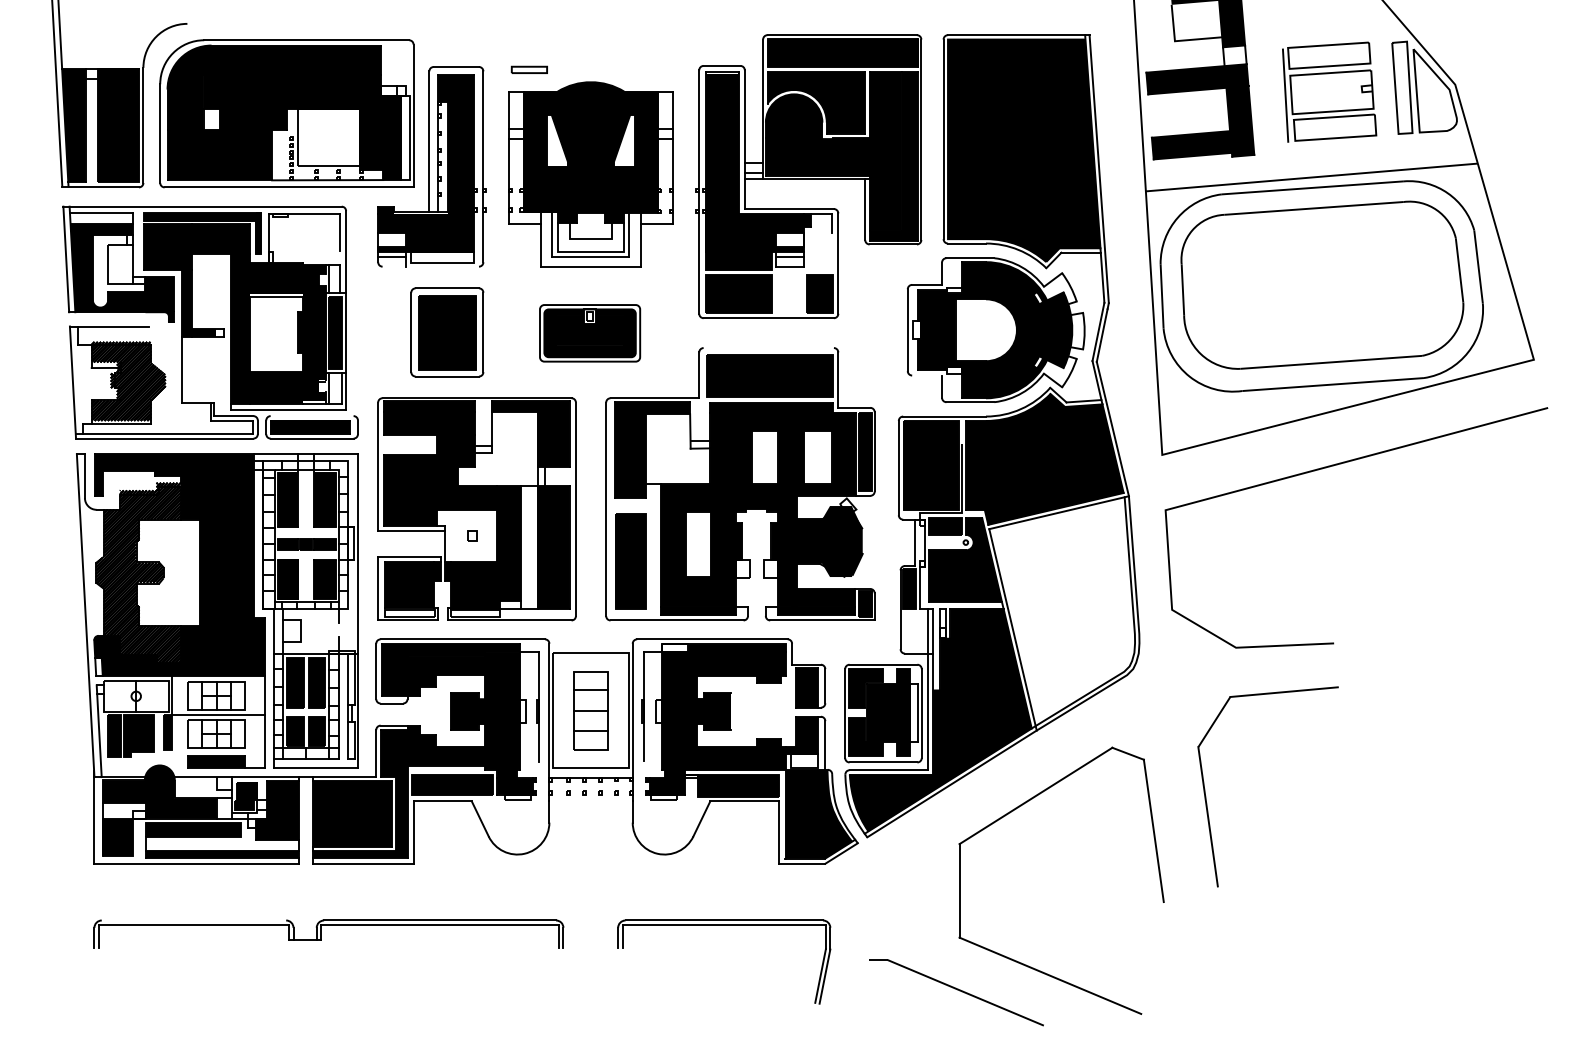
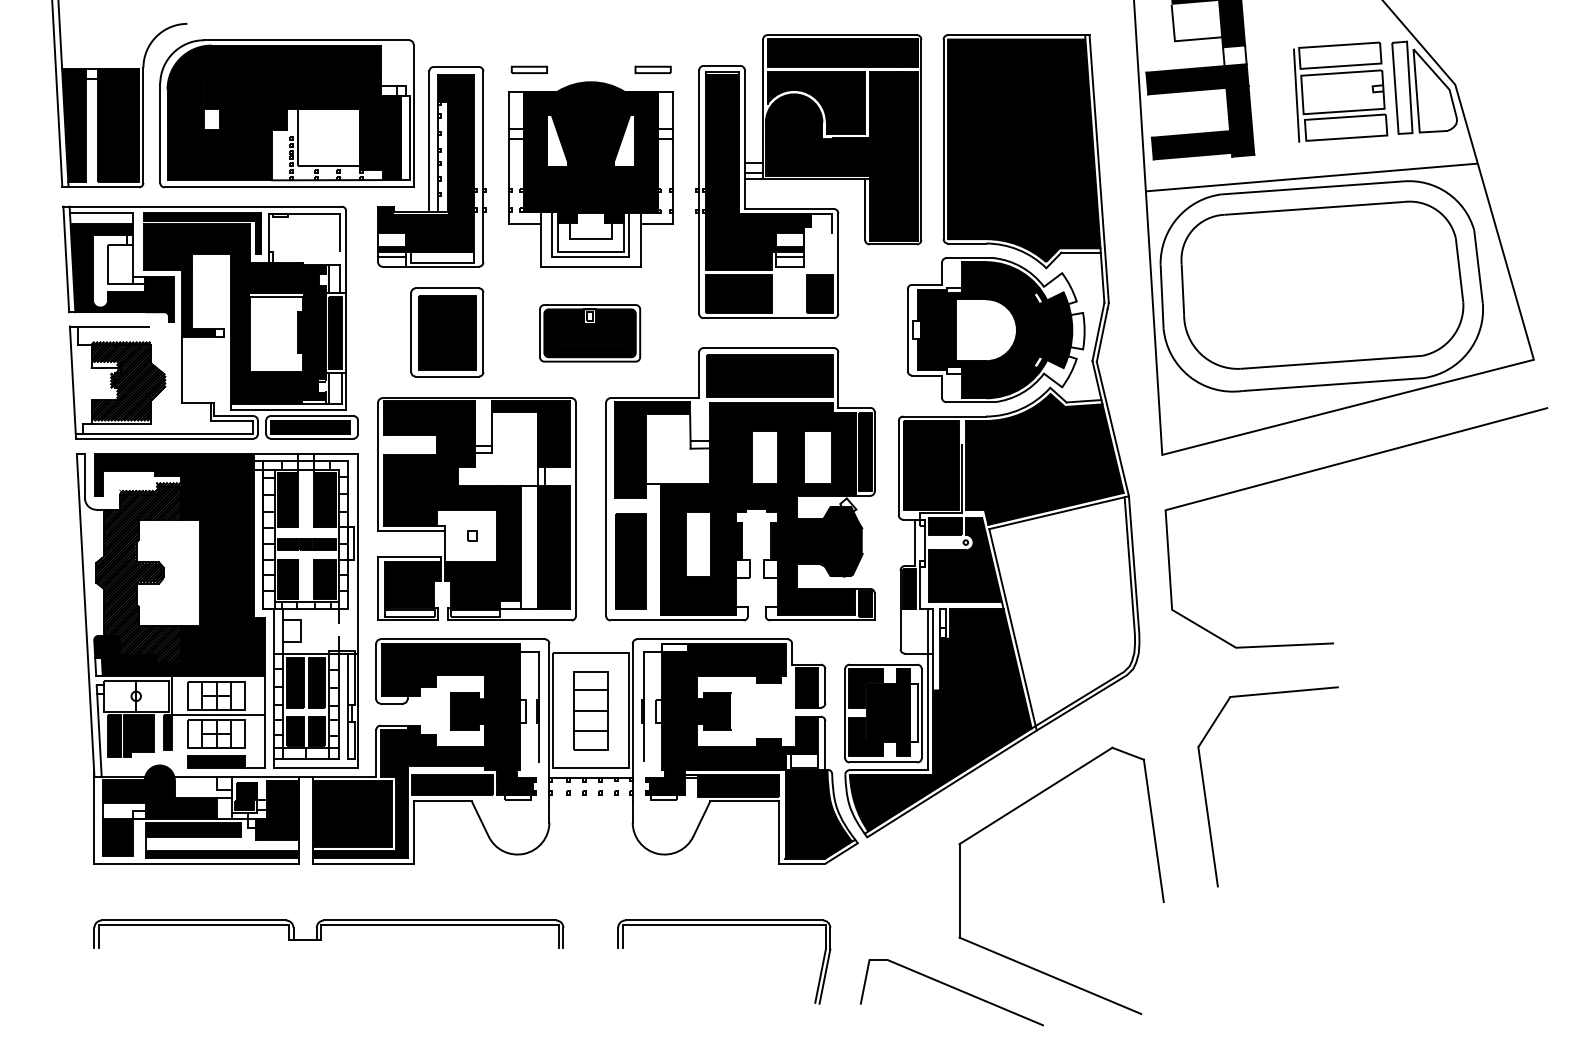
part at (652, 69): none -> present
part at (1329, 91) position: (1329, 91) -> (1340, 91)
line at (430, 266): none -> present
line at (768, 348): none -> present
line at (927, 375): none -> present
line at (311, 416): none -> present
line at (193, 920): none -> present
line at (864, 981): none -> present
